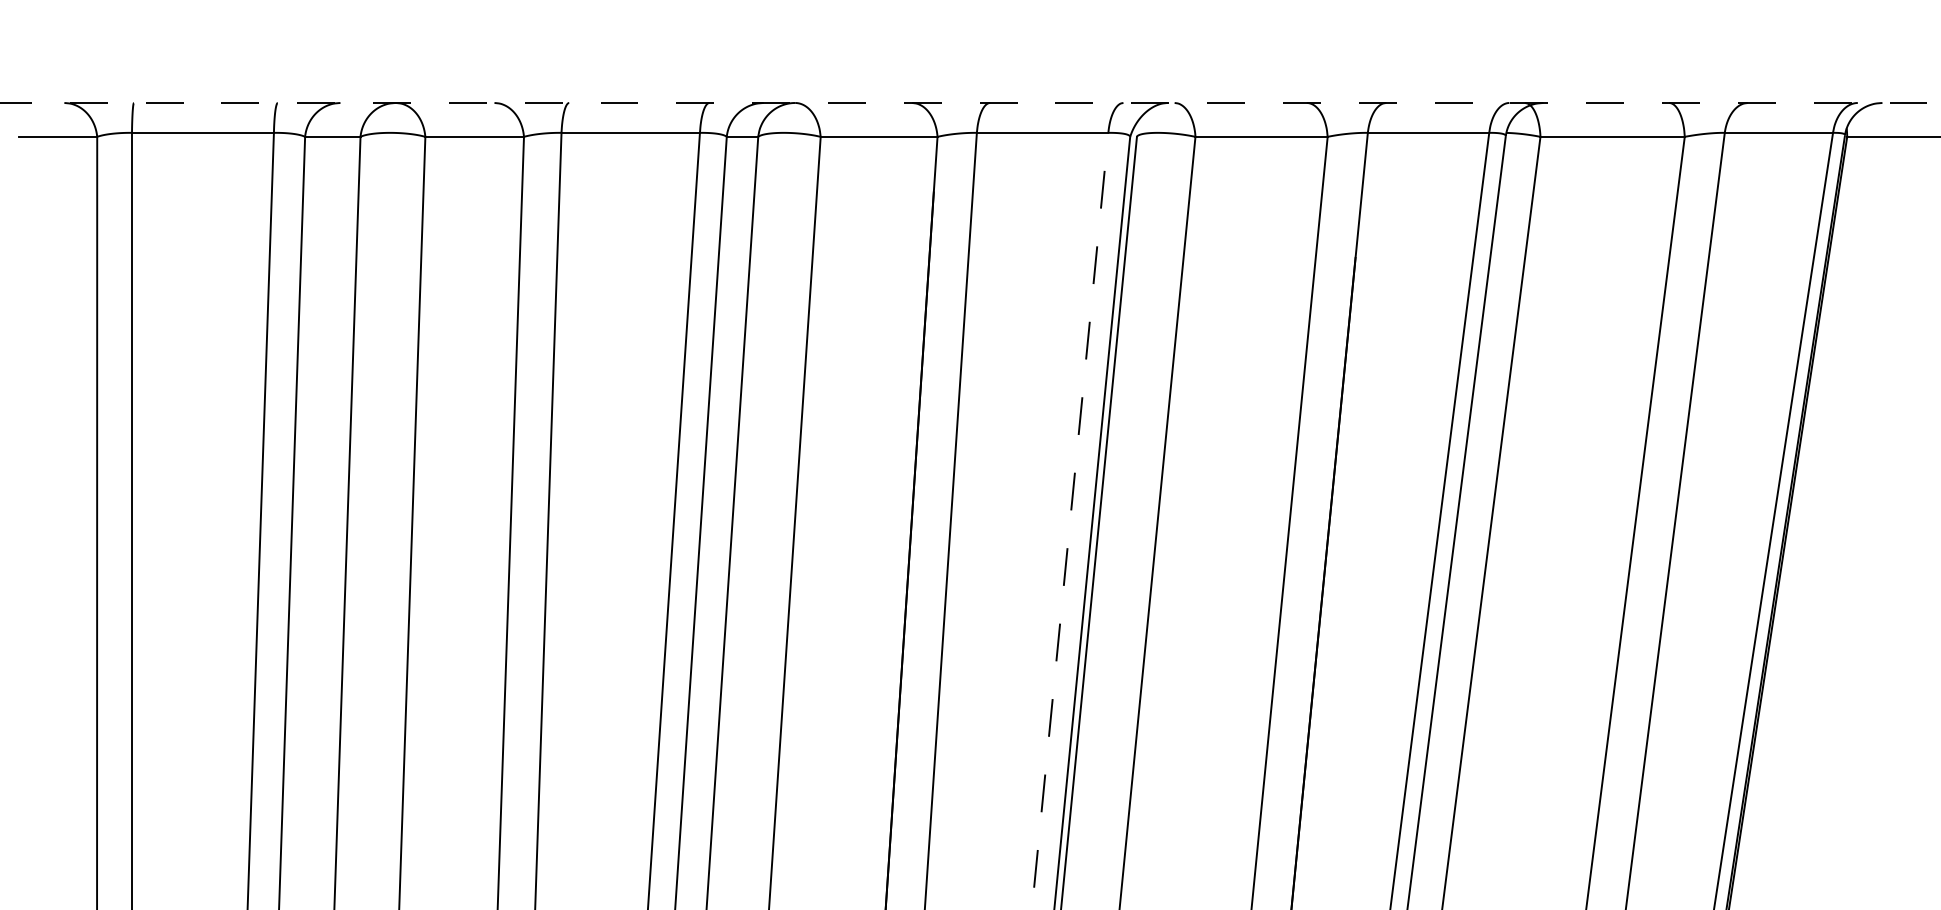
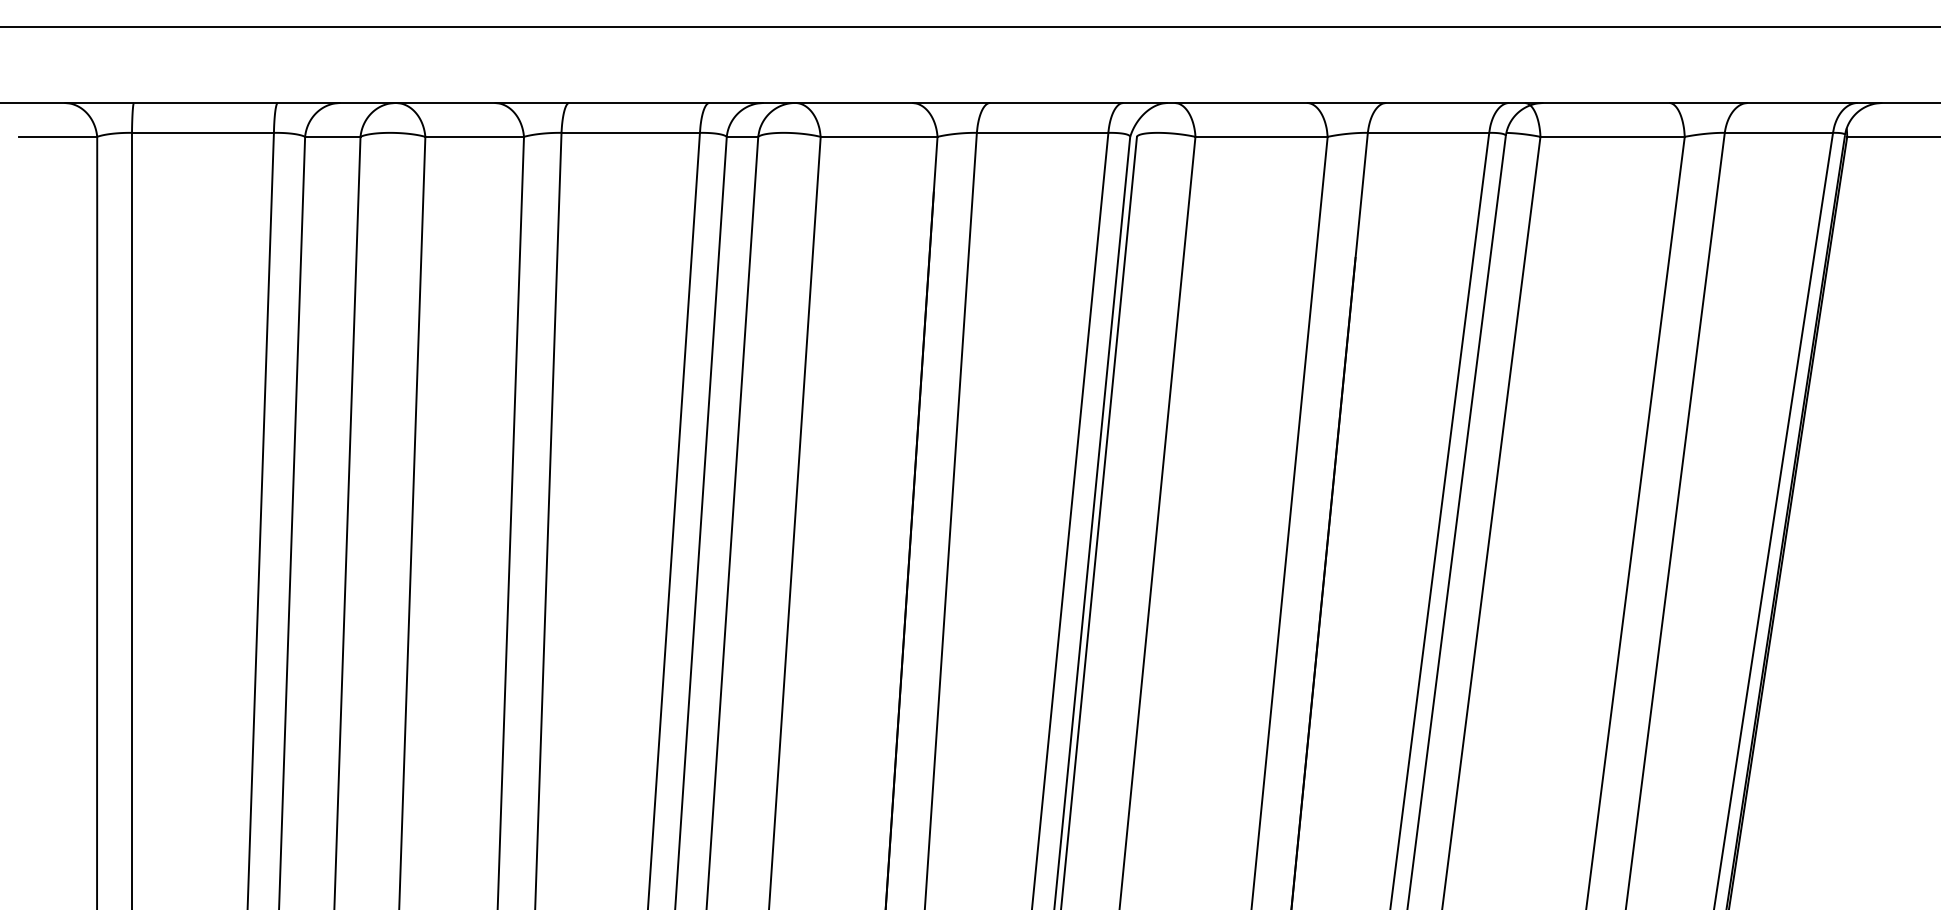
line at (969, 27): none -> present
line at (970, 102): dashed -> solid
line at (1070, 520): dashed -> solid
